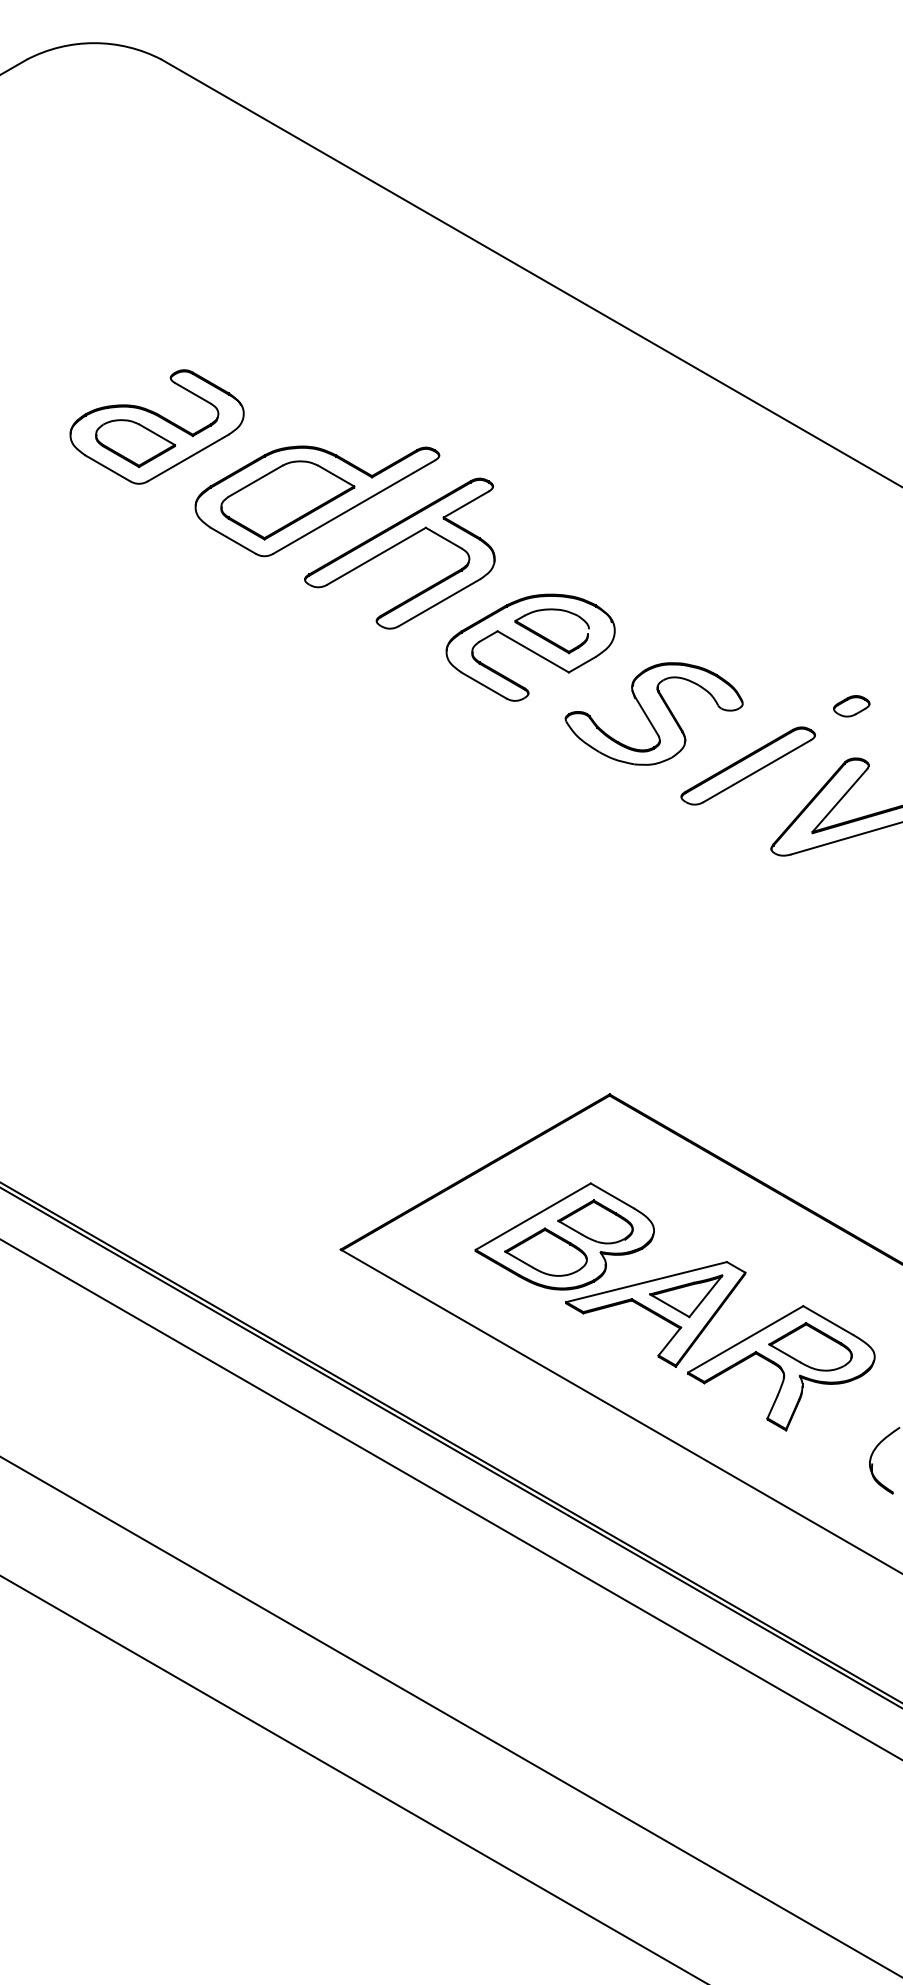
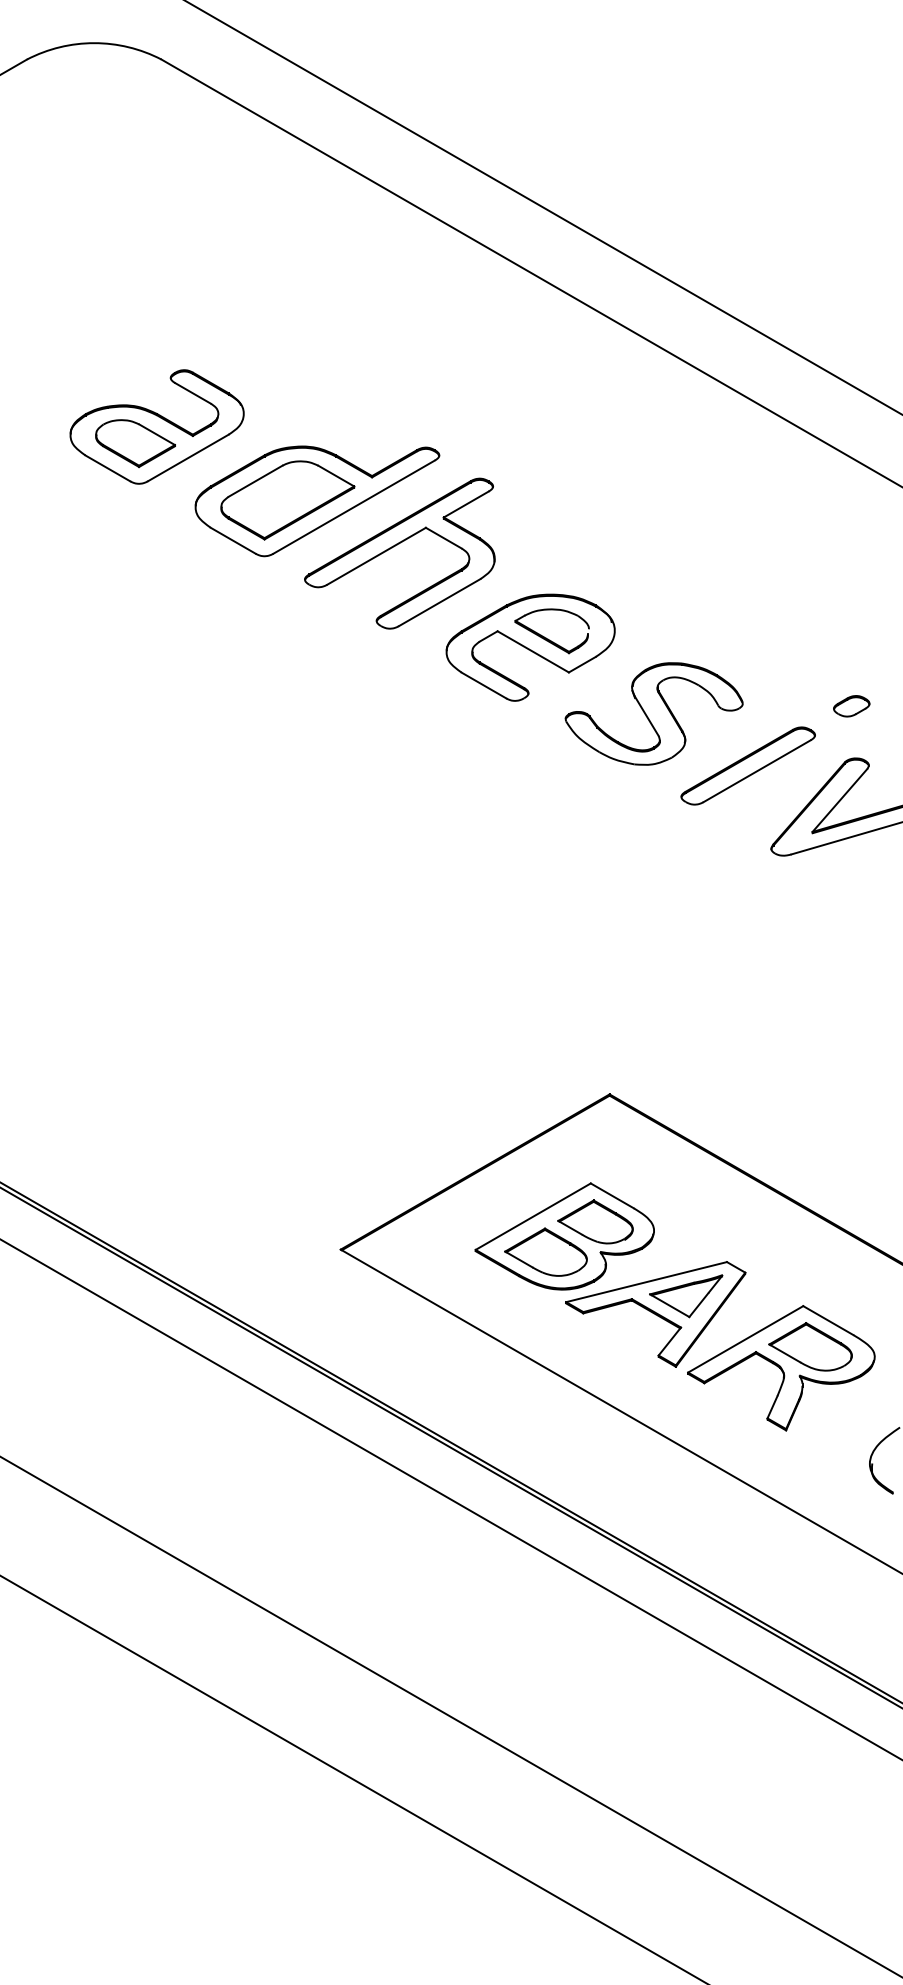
line at (543, 207): none -> present
